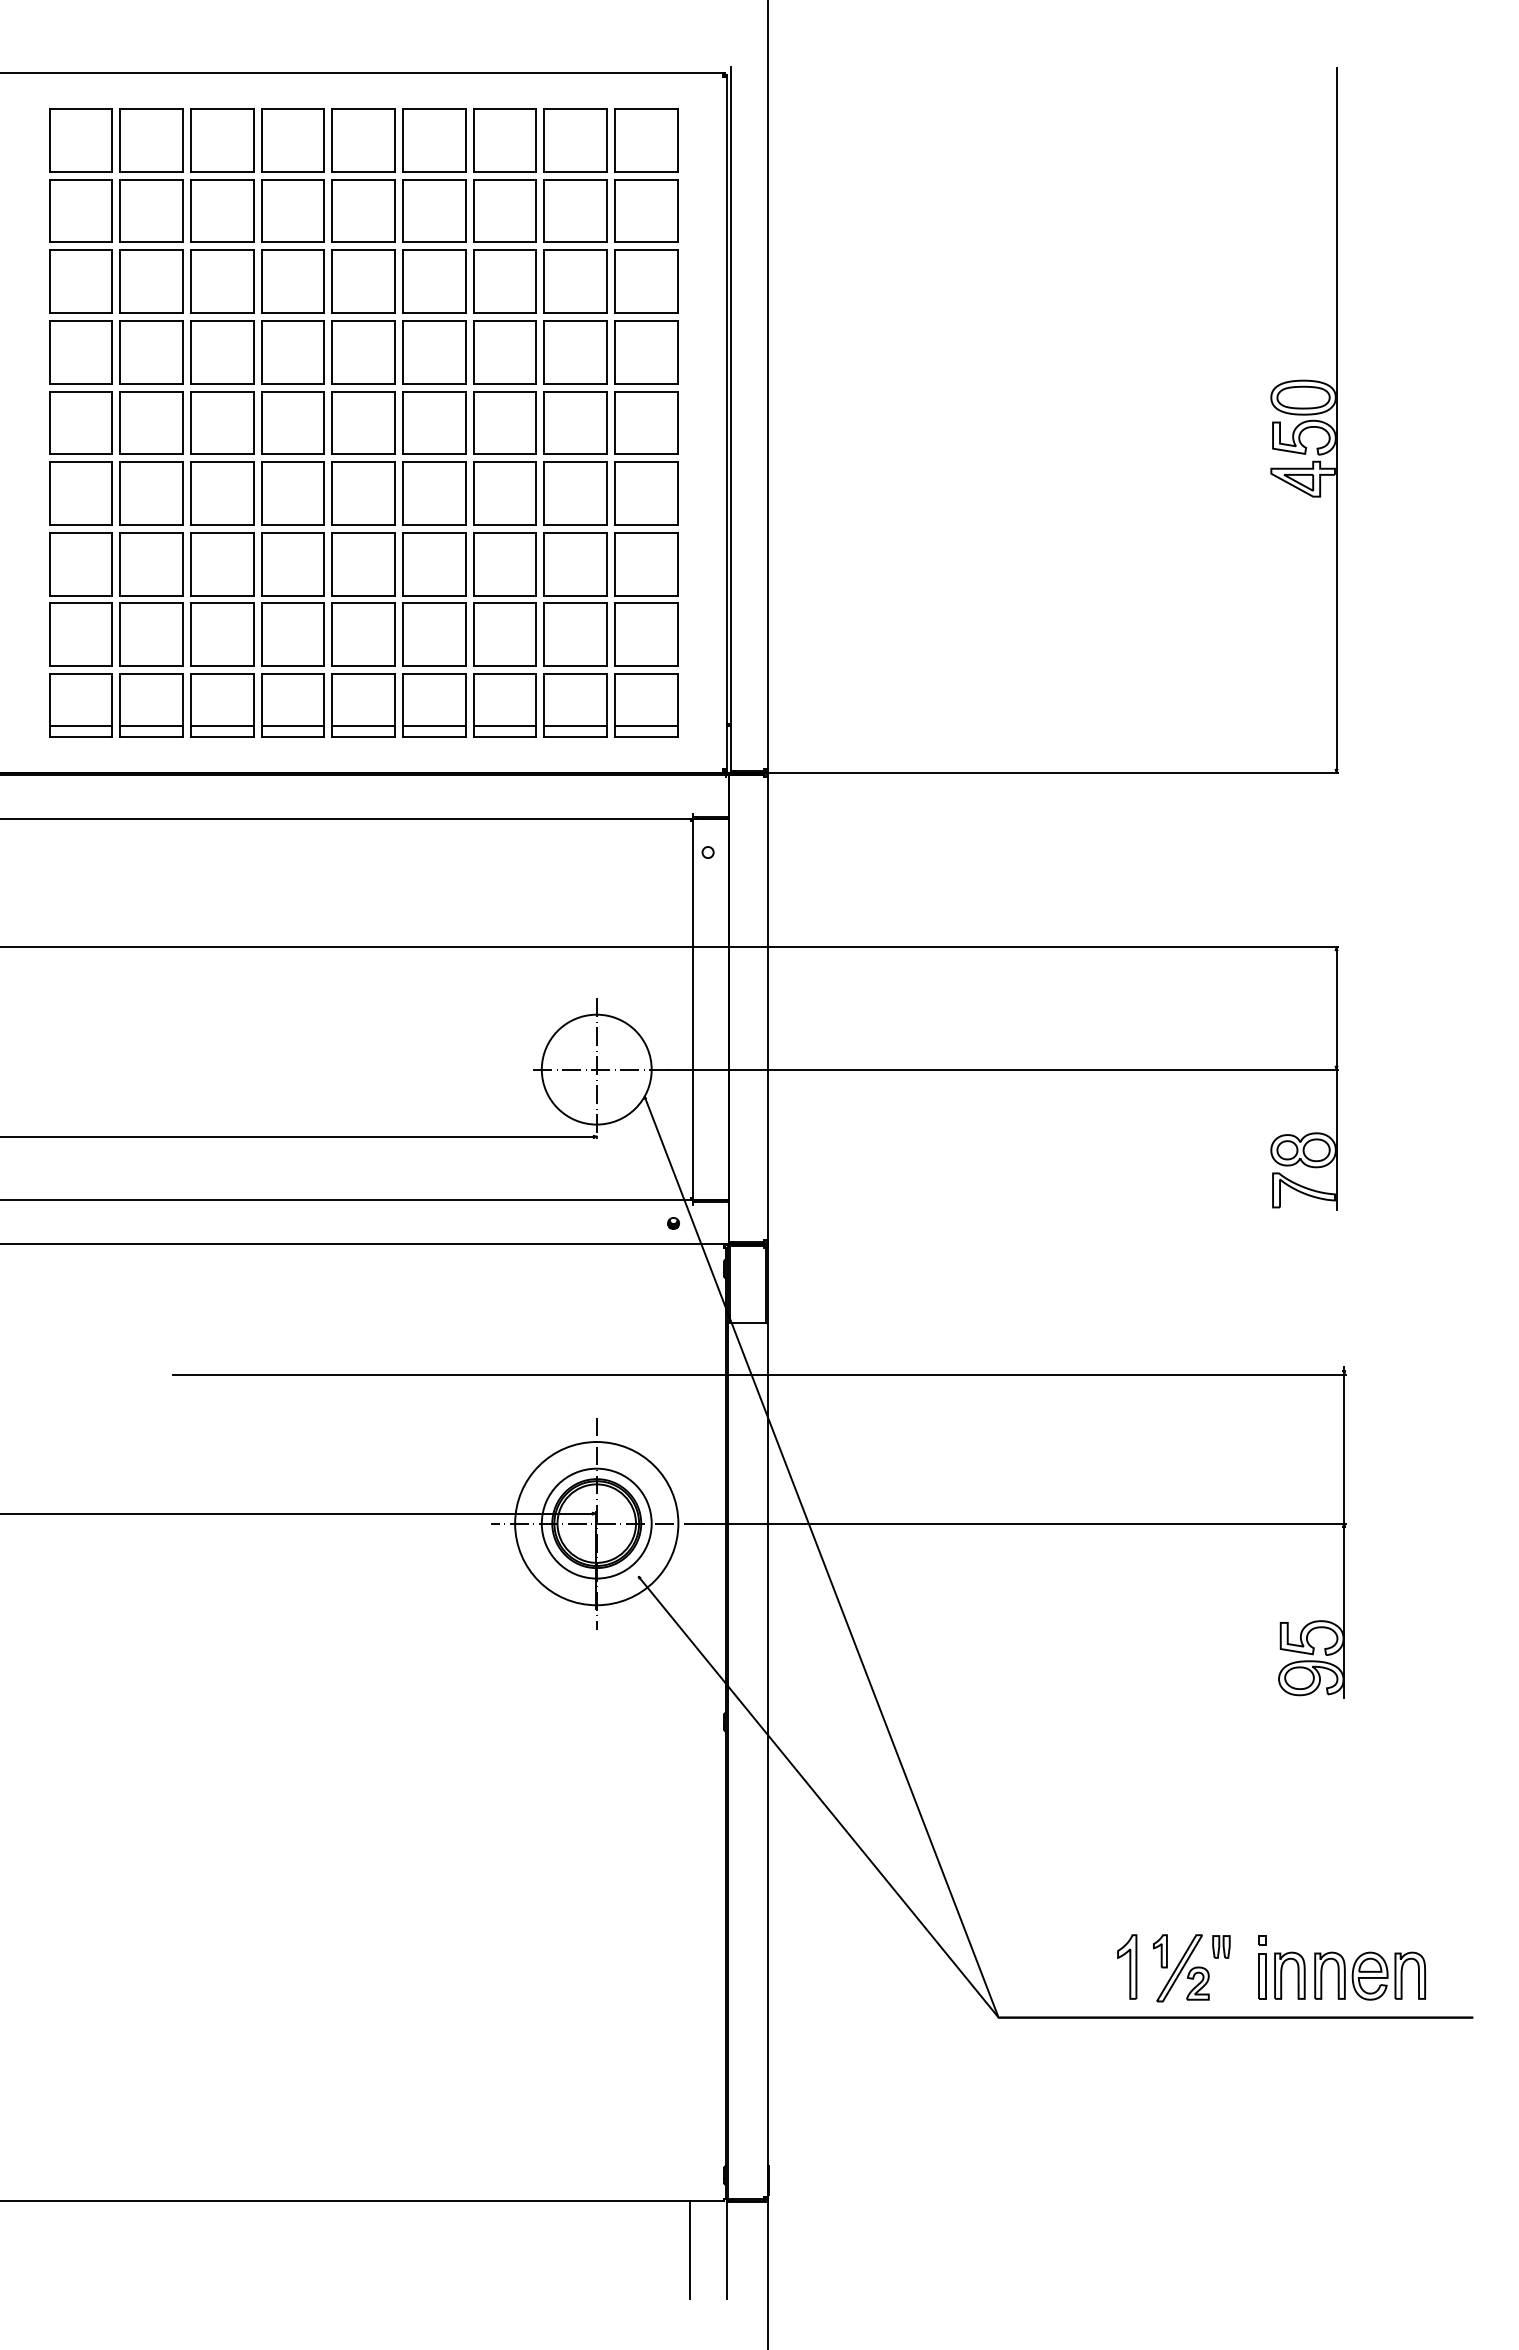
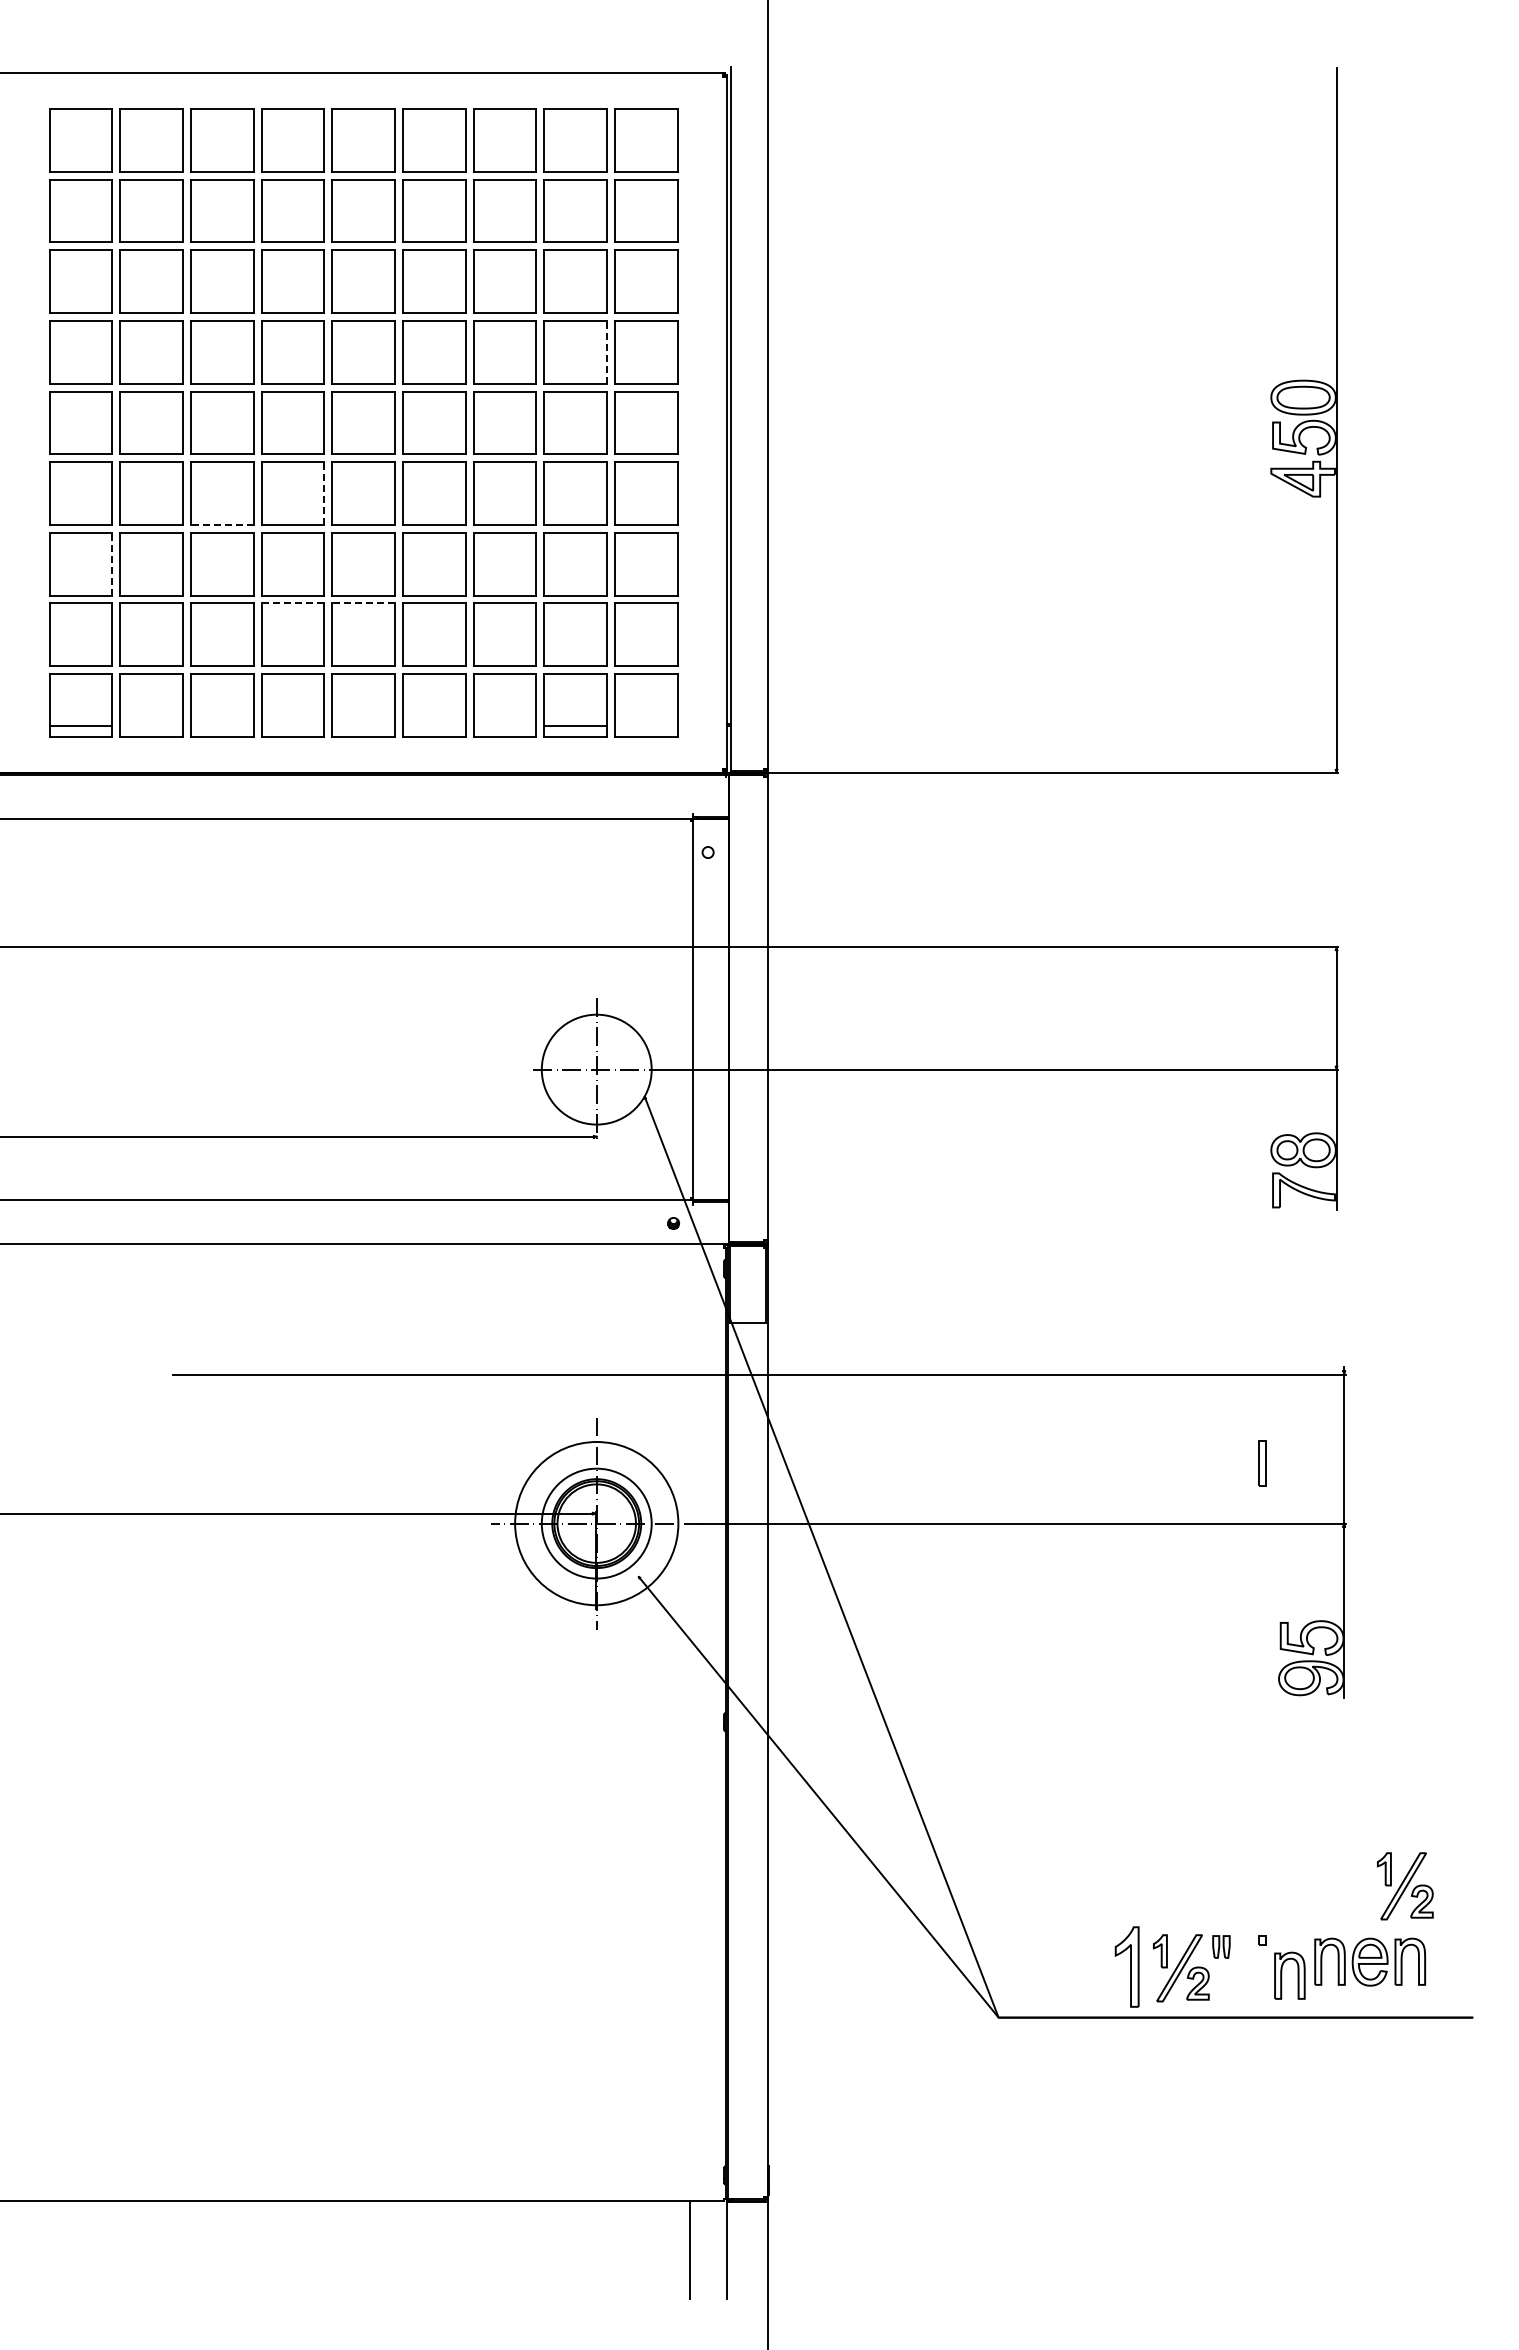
line at (606, 351): solid -> dashed
line at (324, 493): solid -> dashed
line at (221, 525): solid -> dashed
line at (112, 563): solid -> dashed
line at (292, 603): solid -> dashed
line at (363, 603): solid -> dashed
line at (151, 726): present -> none
line at (221, 726): present -> none
line at (292, 726): present -> none
line at (363, 726): present -> none
line at (433, 726): present -> none
line at (504, 726): present -> none
line at (645, 726): present -> none
part at (1405, 1886): none -> present
part at (1127, 1966) size: 21x66 px -> 26x82 px
part at (1369, 1975) position: (1369, 1975) -> (1369, 1961)
part at (1262, 1976) position: (1262, 1976) -> (1262, 1463)
